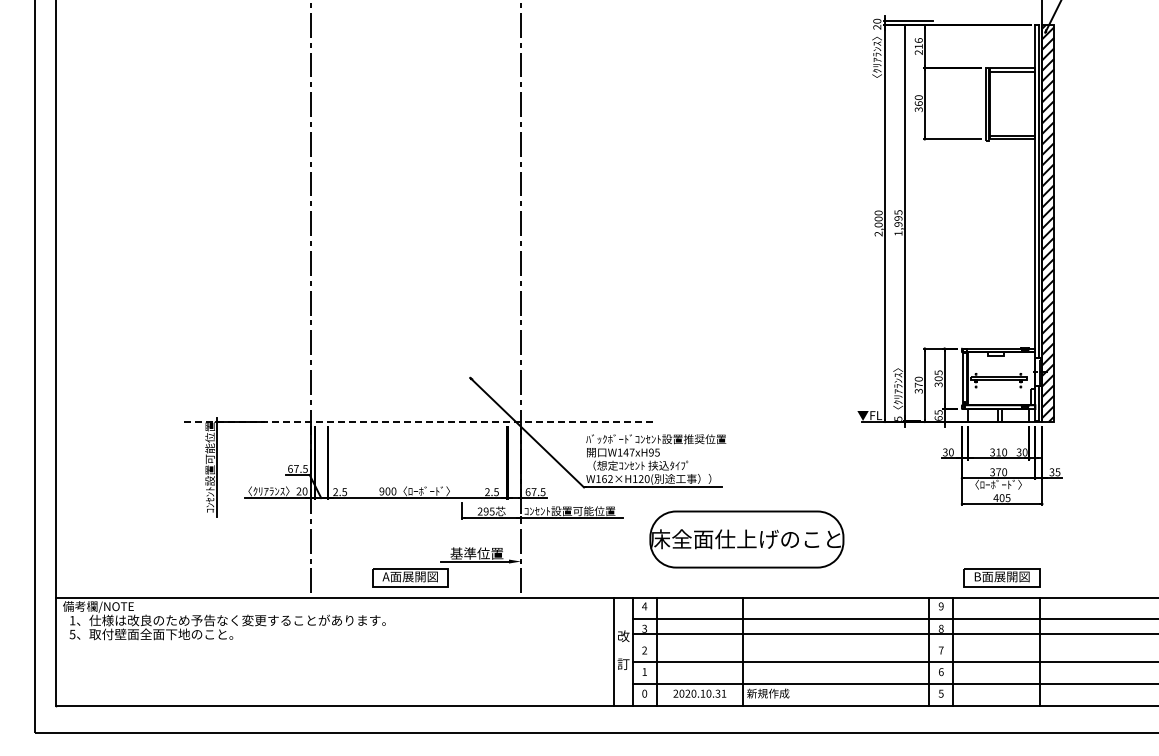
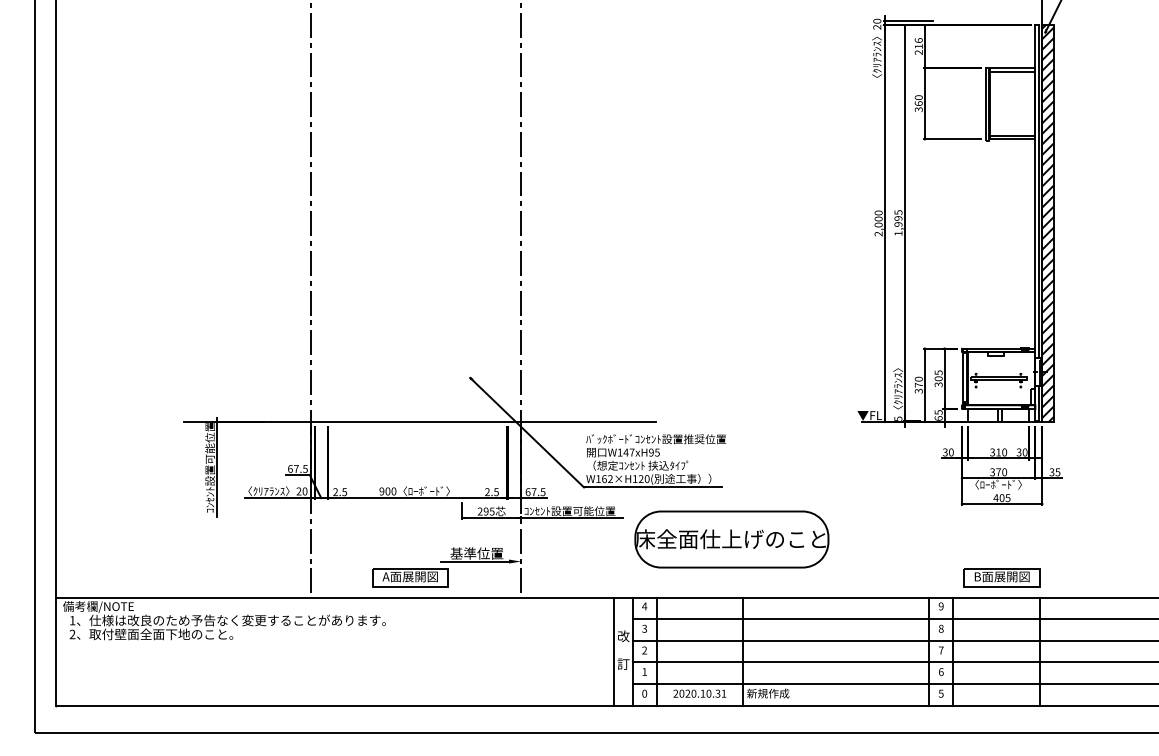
line at (420, 421): dashed -> solid
part at (746, 539) position: (746, 539) -> (731, 539)
line at (893, 633) position: (893, 633) -> (893, 640)
text at (72, 634): 5 -> 2
